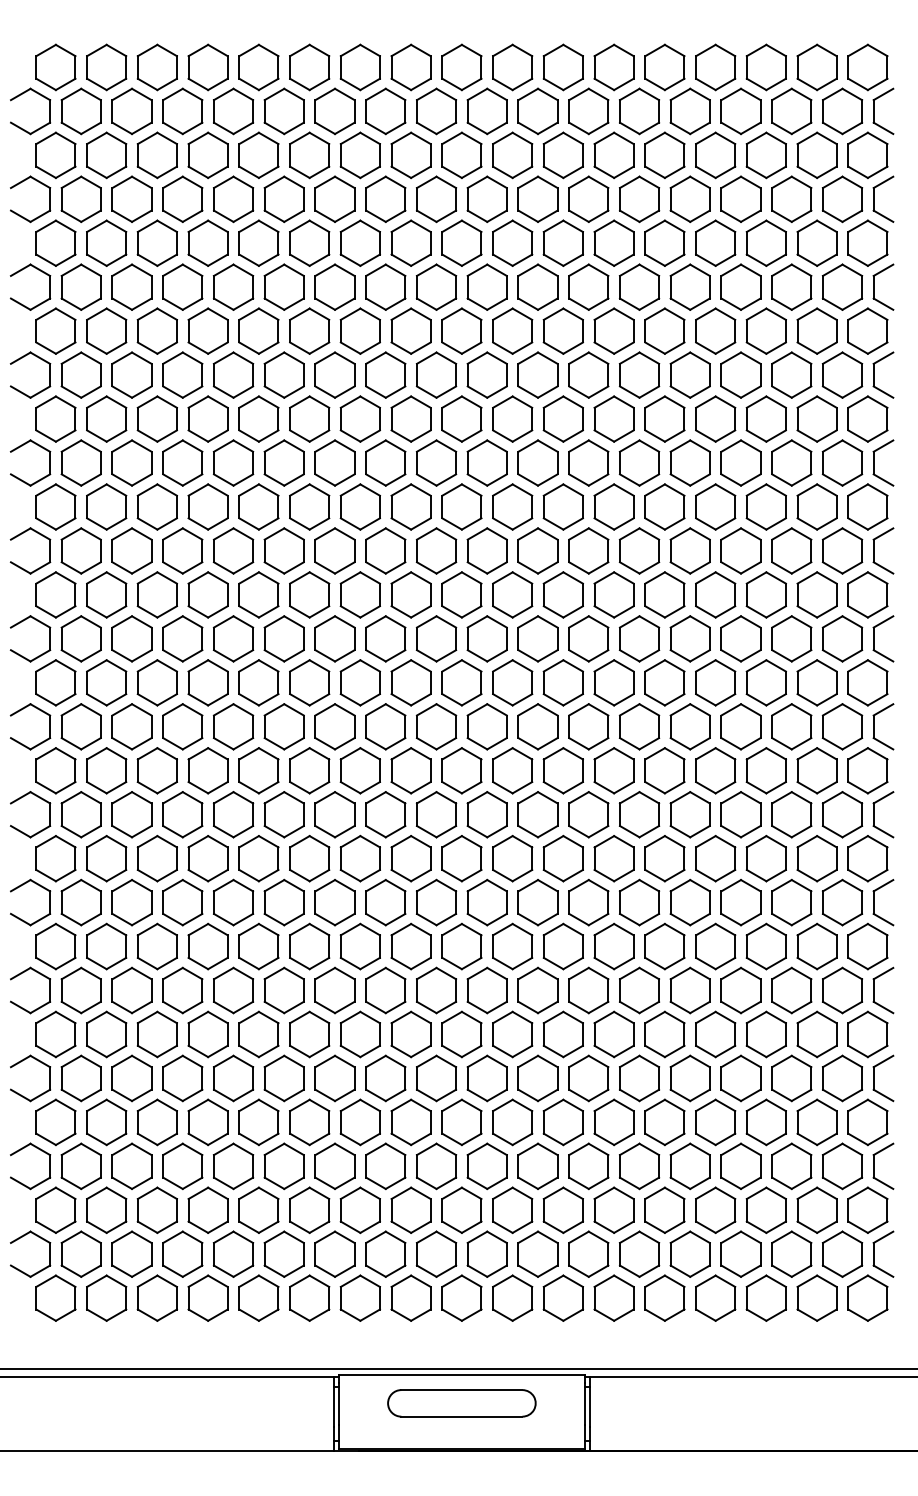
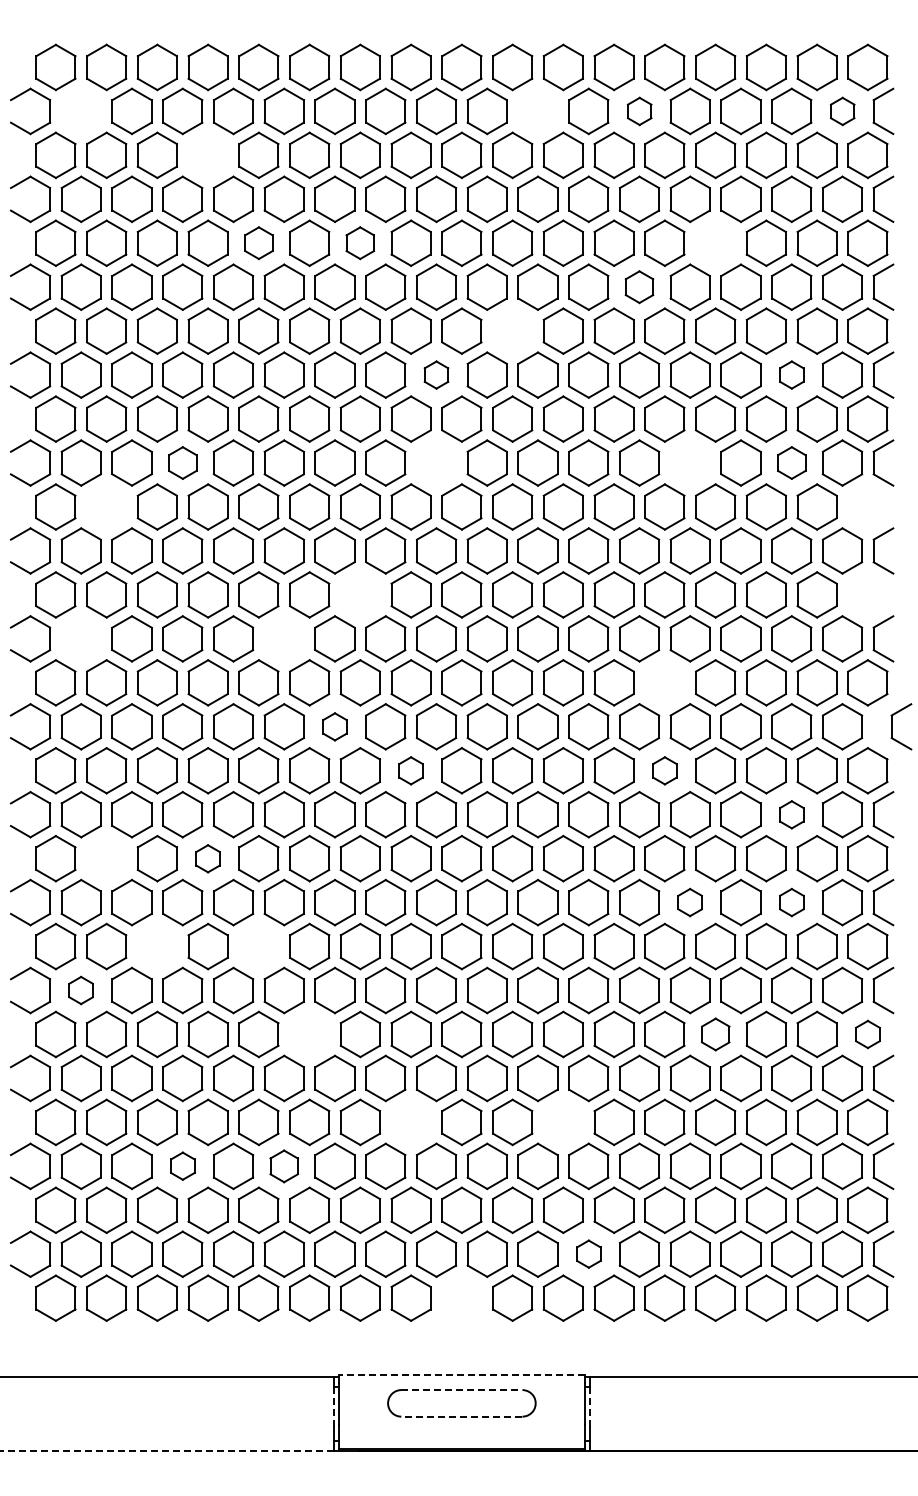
part at (80, 111): present -> none
part at (537, 111): present -> none
part at (639, 111) size: 42x49 px -> 27x31 px
part at (842, 111) size: 42x49 px -> 27x31 px
part at (207, 154): present -> none
part at (258, 242) size: 42x48 px -> 30x35 px
part at (359, 242) size: 42x48 px -> 30x35 px
part at (715, 242): present -> none
part at (639, 286) size: 43x48 px -> 31x35 px
part at (512, 330): present -> none
part at (436, 374) size: 43x48 px -> 27x30 px
part at (791, 374) size: 42x48 px -> 26x30 px
part at (182, 462) size: 42x48 px -> 30x34 px
part at (436, 462): present -> none
part at (689, 462): present -> none
part at (791, 462) size: 42x48 px -> 30x34 px
part at (106, 506): present -> none
part at (867, 506): present -> none
part at (359, 594): present -> none
part at (867, 594): present -> none
part at (80, 638): present -> none
part at (283, 638): present -> none
part at (664, 682): present -> none
part at (334, 726) size: 42x48 px -> 26x30 px
part at (874, 726) position: (874, 726) -> (892, 726)
part at (410, 770) size: 42x48 px -> 26x30 px
part at (664, 770) size: 42x48 px -> 26x30 px
part at (791, 814) size: 42x48 px -> 26x30 px
part at (106, 858): present -> none
part at (207, 858) size: 42x48 px -> 26x30 px
part at (689, 902) size: 42x49 px -> 26x31 px
part at (791, 902) size: 42x49 px -> 26x31 px
part at (156, 946): present -> none
part at (258, 946): present -> none
part at (80, 990) size: 42x49 px -> 26x31 px
part at (309, 1034): present -> none
part at (715, 1034) size: 42x49 px -> 30x35 px
part at (867, 1034) size: 42x49 px -> 26x31 px
part at (410, 1122): present -> none
part at (562, 1122): present -> none
part at (182, 1165) size: 42x48 px -> 26x30 px
part at (283, 1166) size: 42x49 px -> 30x35 px
part at (588, 1253) size: 42x48 px -> 26x30 px
part at (461, 1297): present -> none
line at (458, 1368): present -> none
line at (461, 1375): solid -> dashed
line at (461, 1390): solid -> dashed
line at (333, 1406): solid -> dashed
line at (589, 1406): solid -> dashed
line at (461, 1416): solid -> dashed
line at (167, 1451): solid -> dashed
